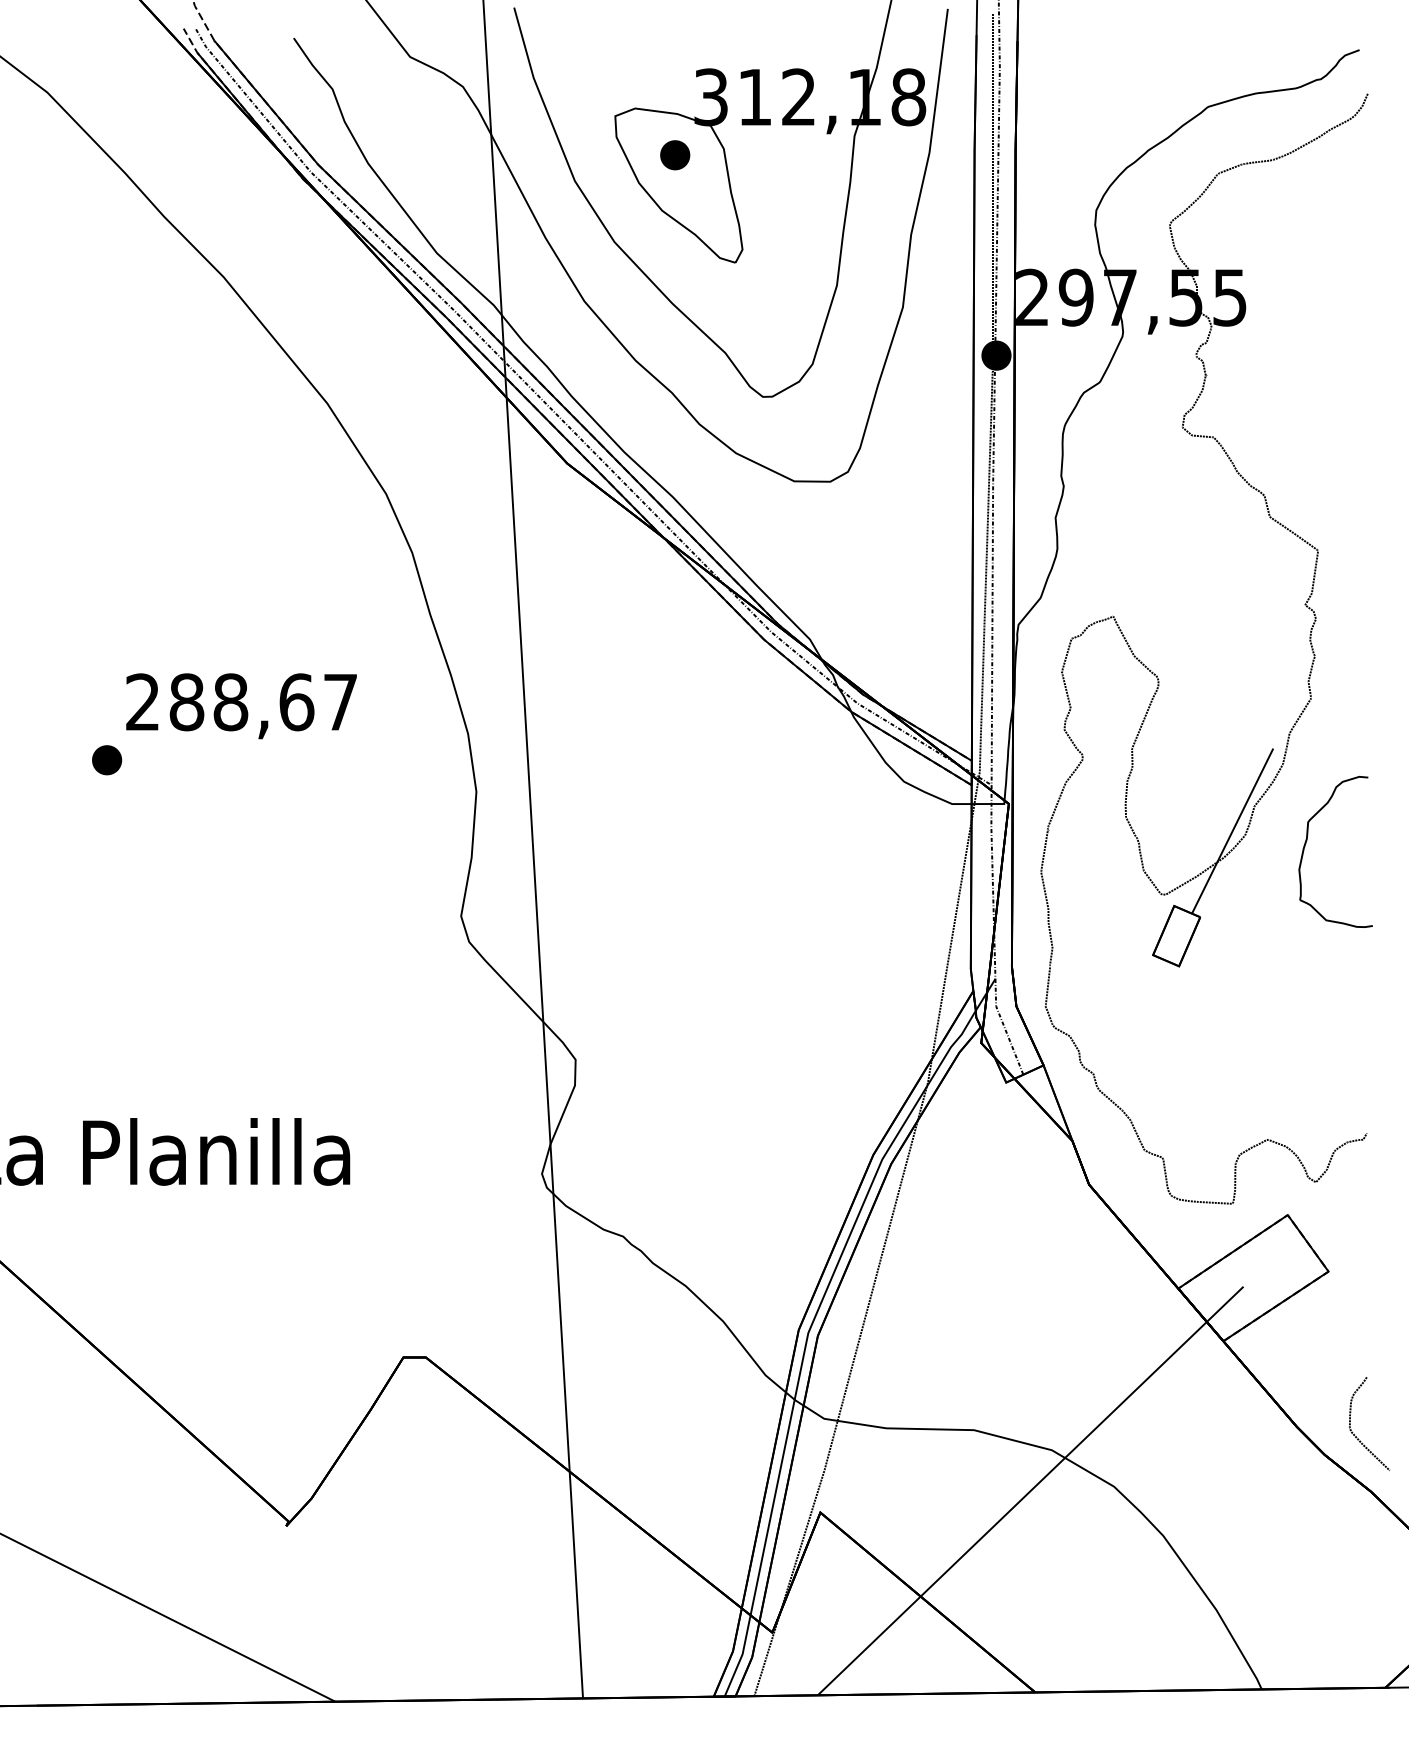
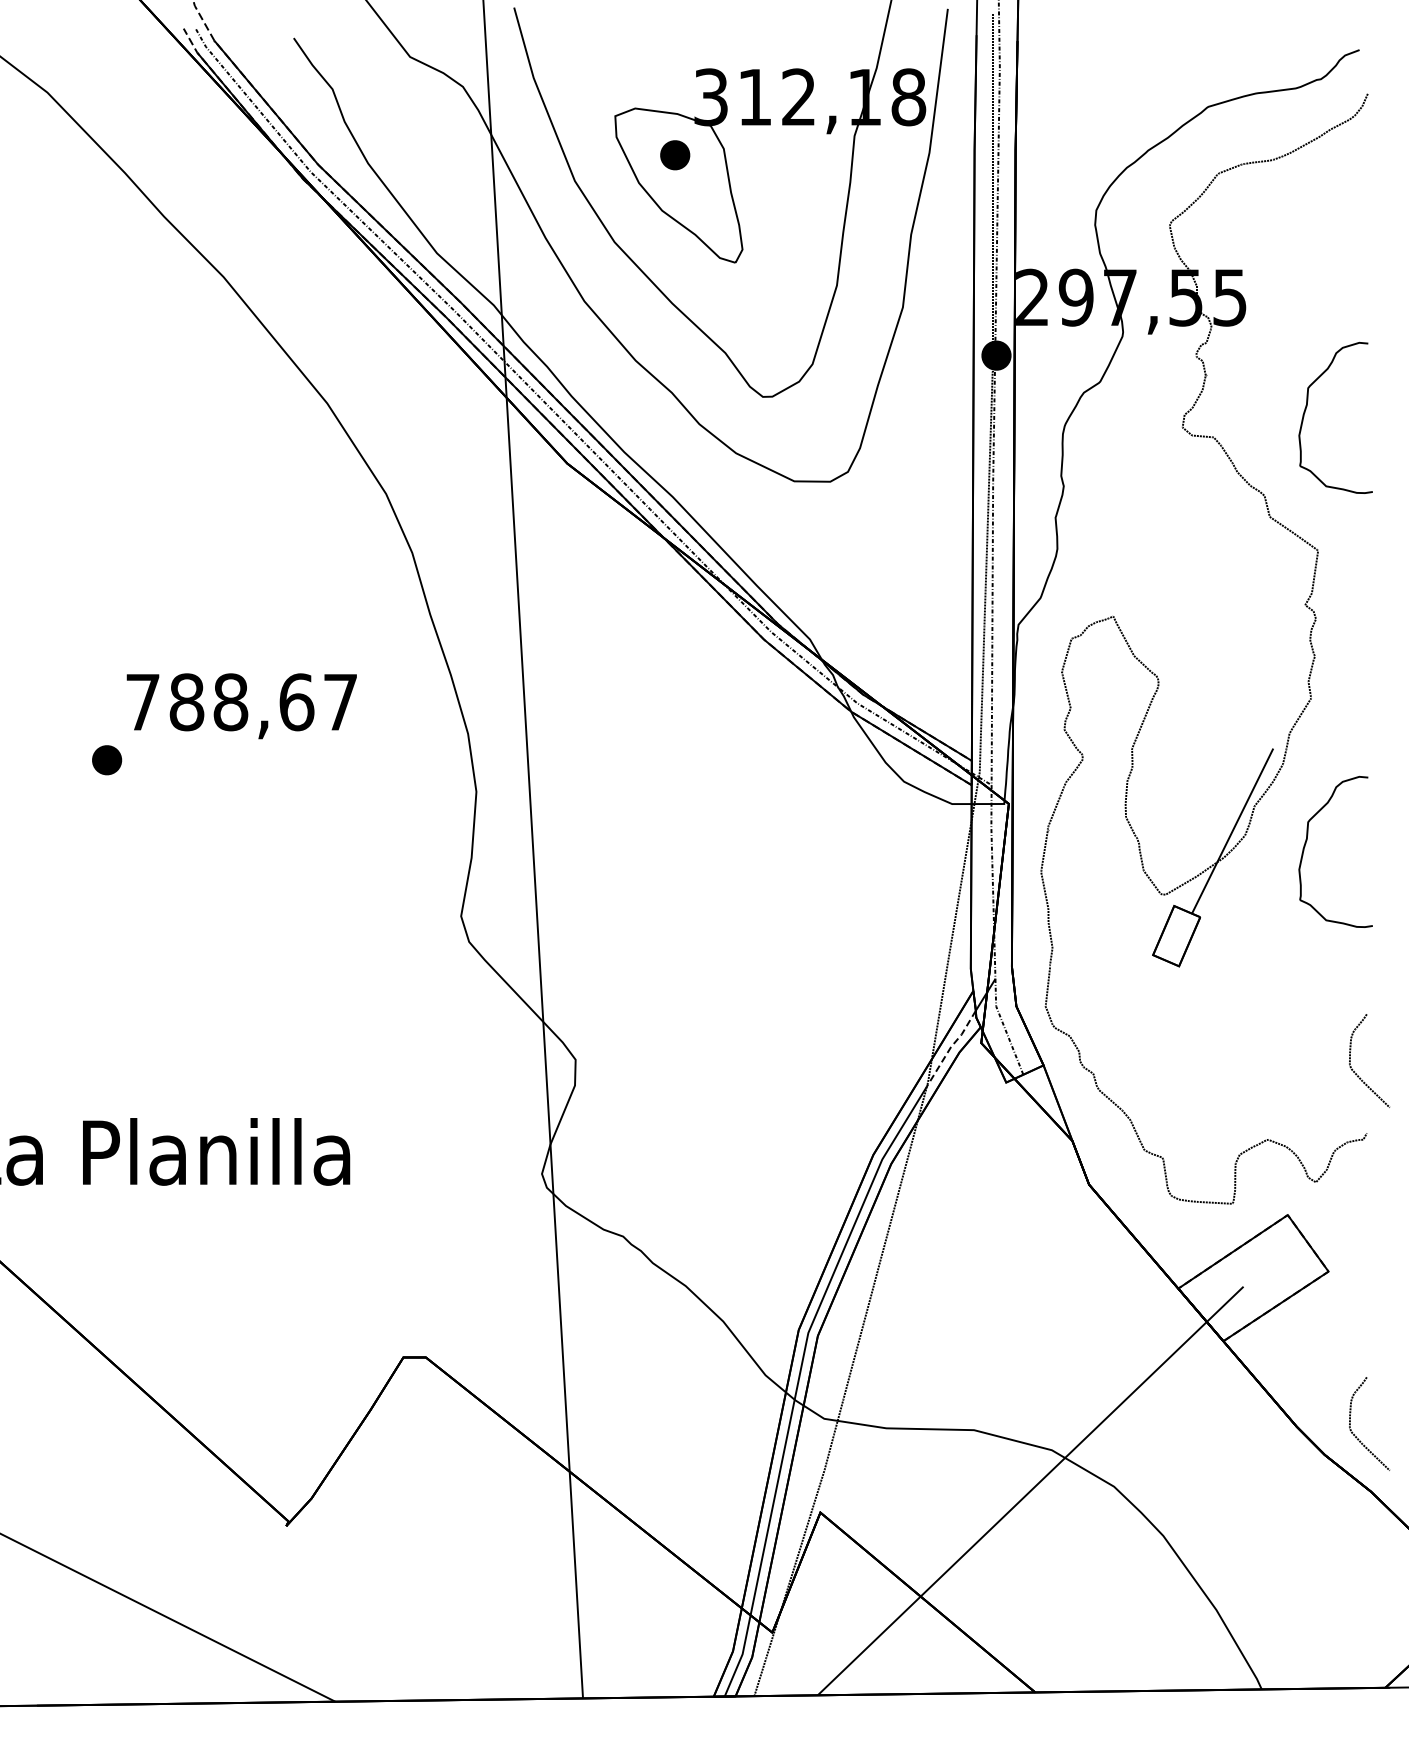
curve at (1307, 406): none -> present
text at (142, 701): 288,67 -> 788,67
line at (951, 1047): solid -> dashed
curve at (1354, 1070): none -> present
